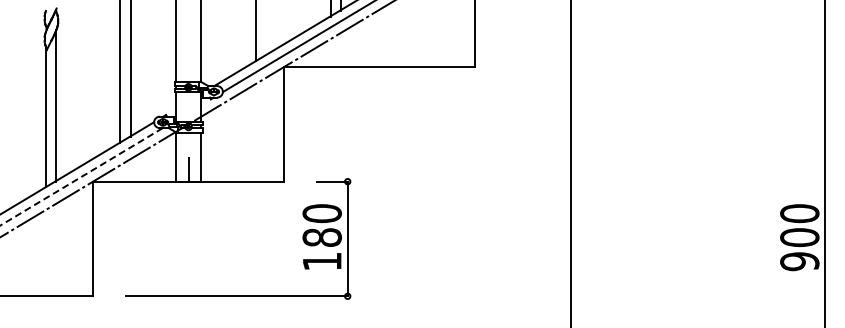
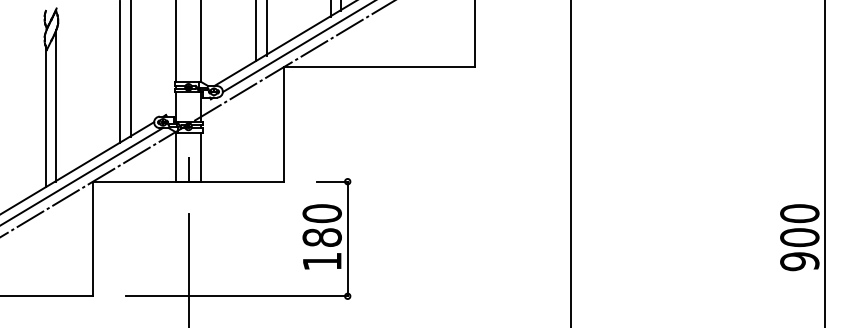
line at (266, 28): none -> present
line at (81, 176): dashed -> solid
line at (188, 269): none -> present
